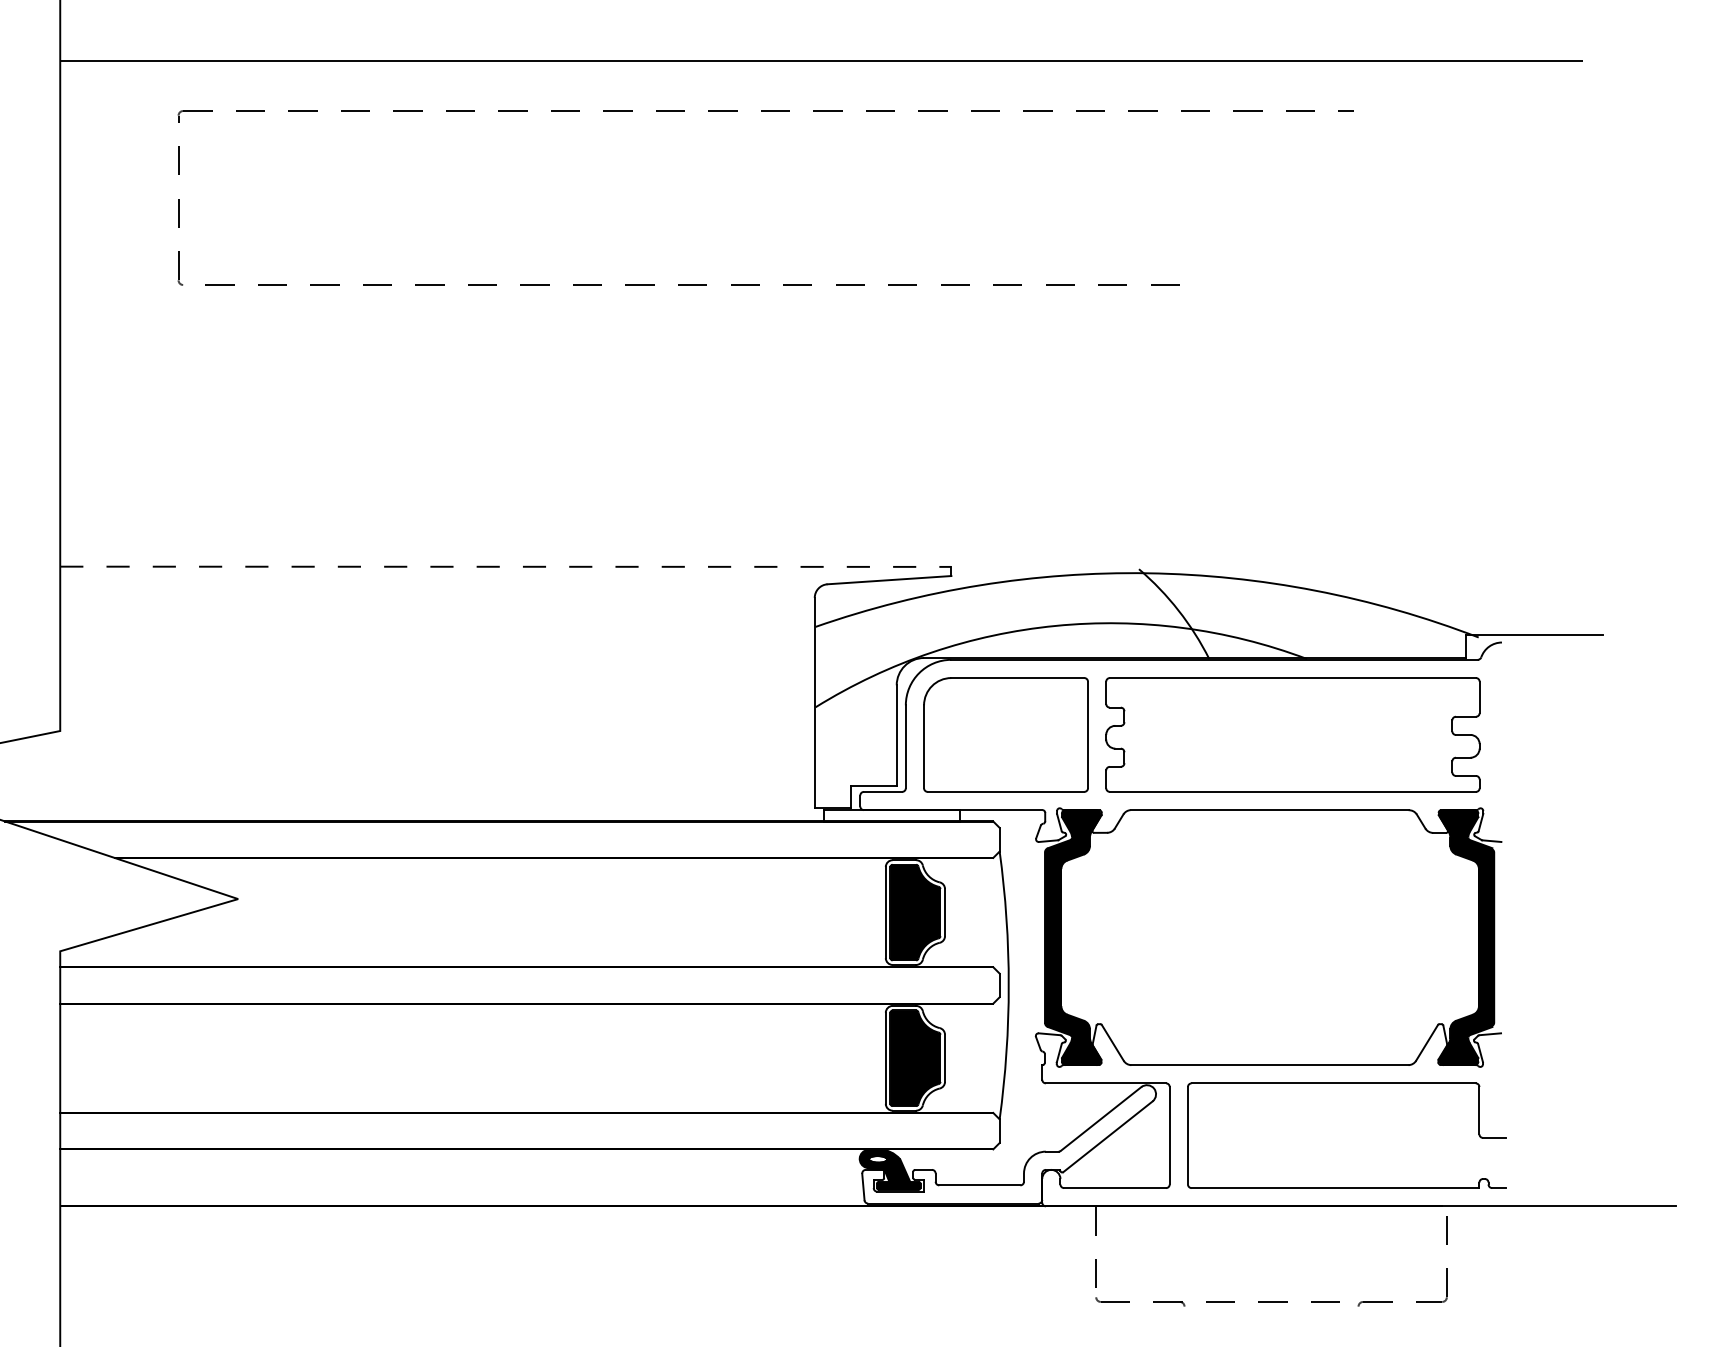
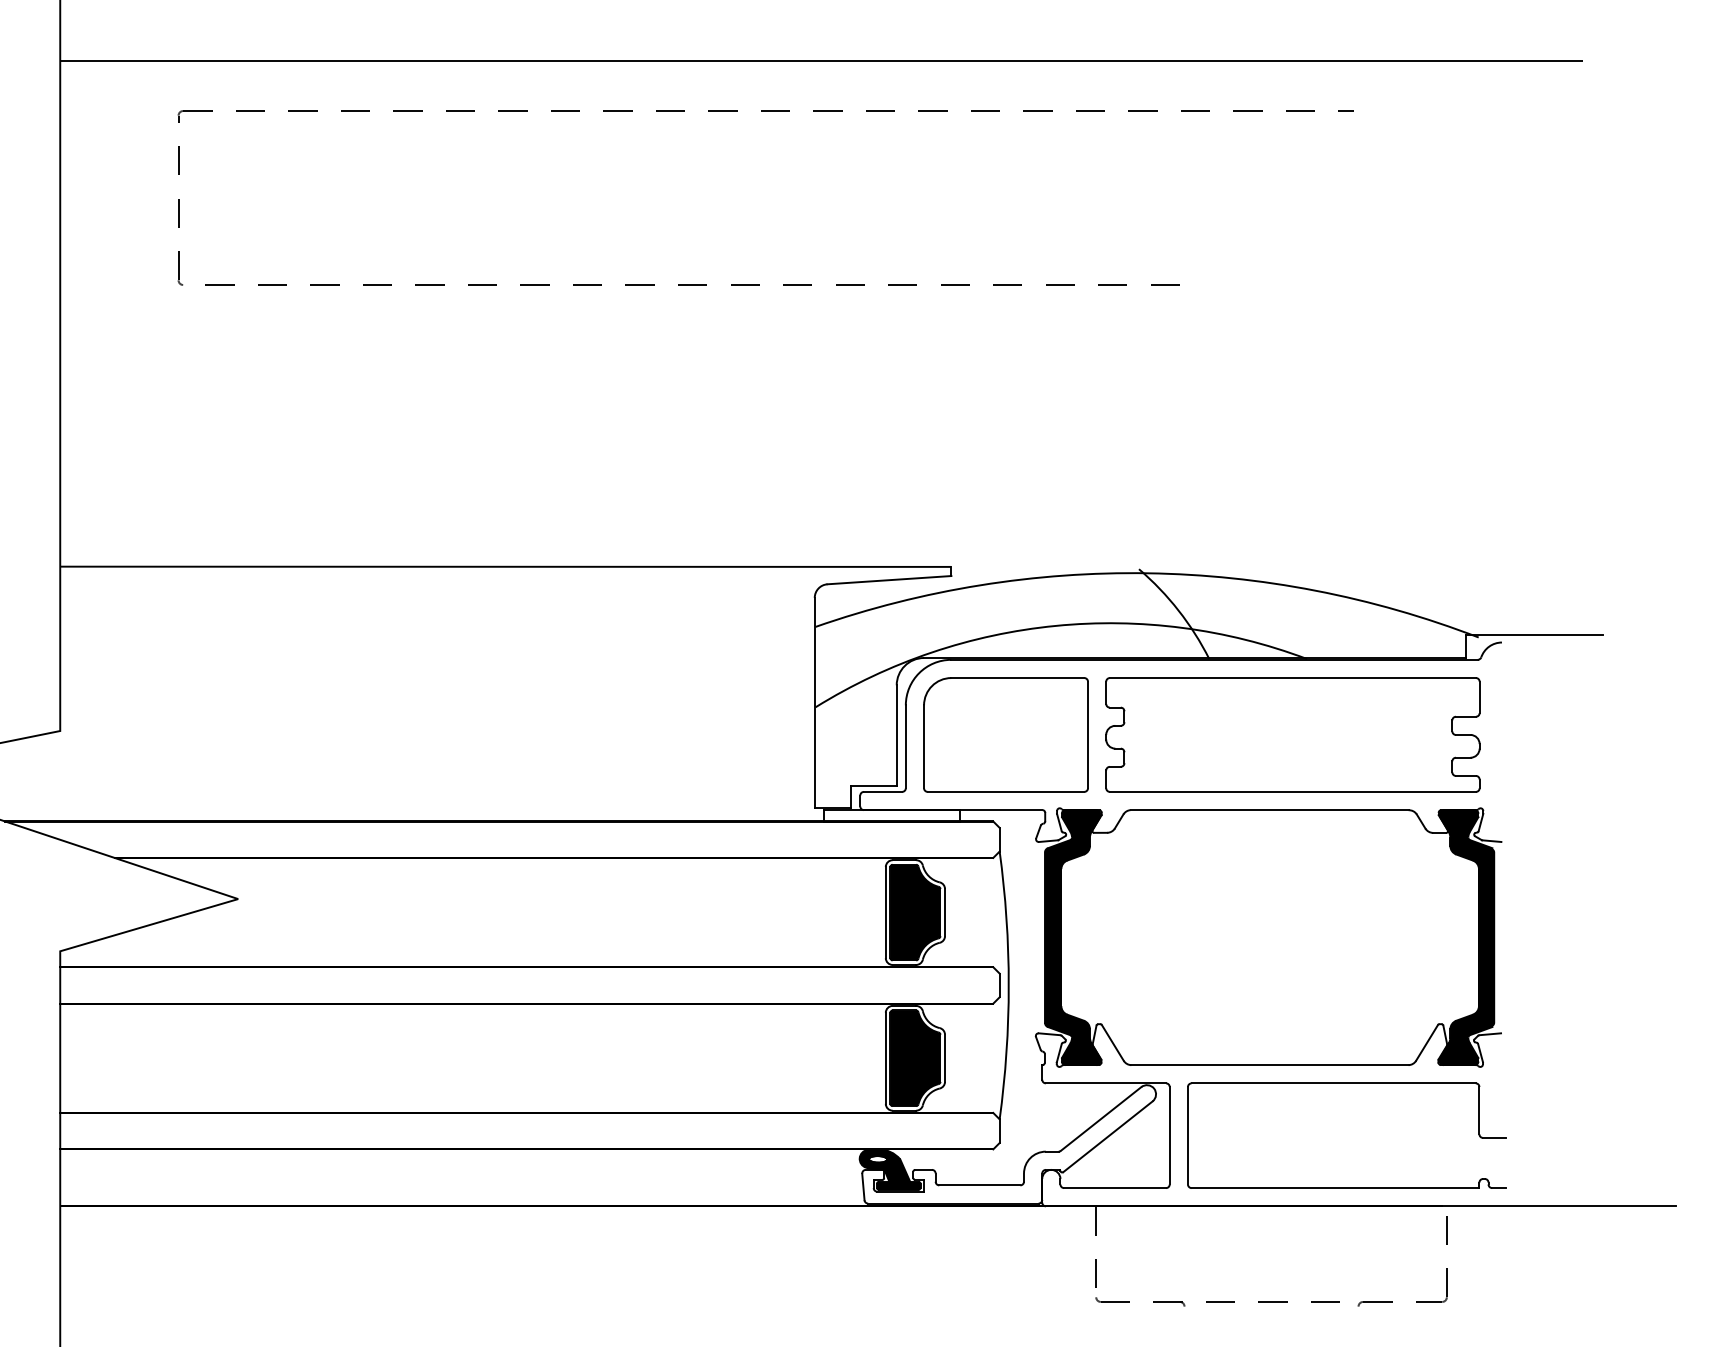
line at (505, 566): dashed -> solid
